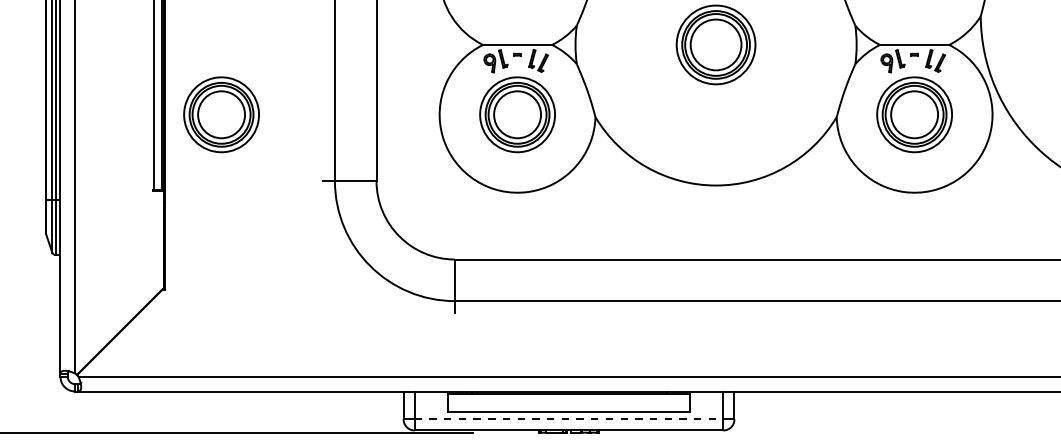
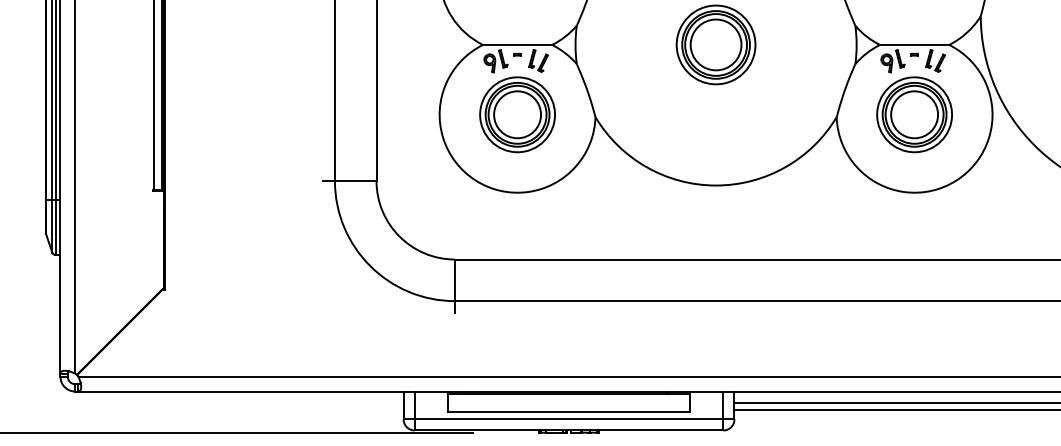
part at (221, 114): present -> none
line at (895, 402): none -> present
line at (895, 409): none -> present
line at (569, 419): dashed -> solid
